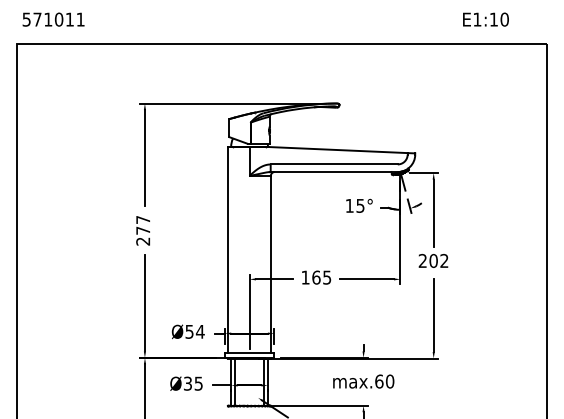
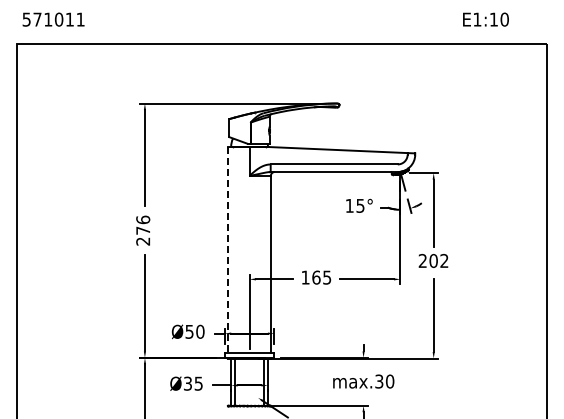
text at (143, 219): 277 -> 276
line at (228, 250): solid -> dashed
text at (199, 331): Ø54 -> Ø50
text at (379, 381): max.60 -> max.30
